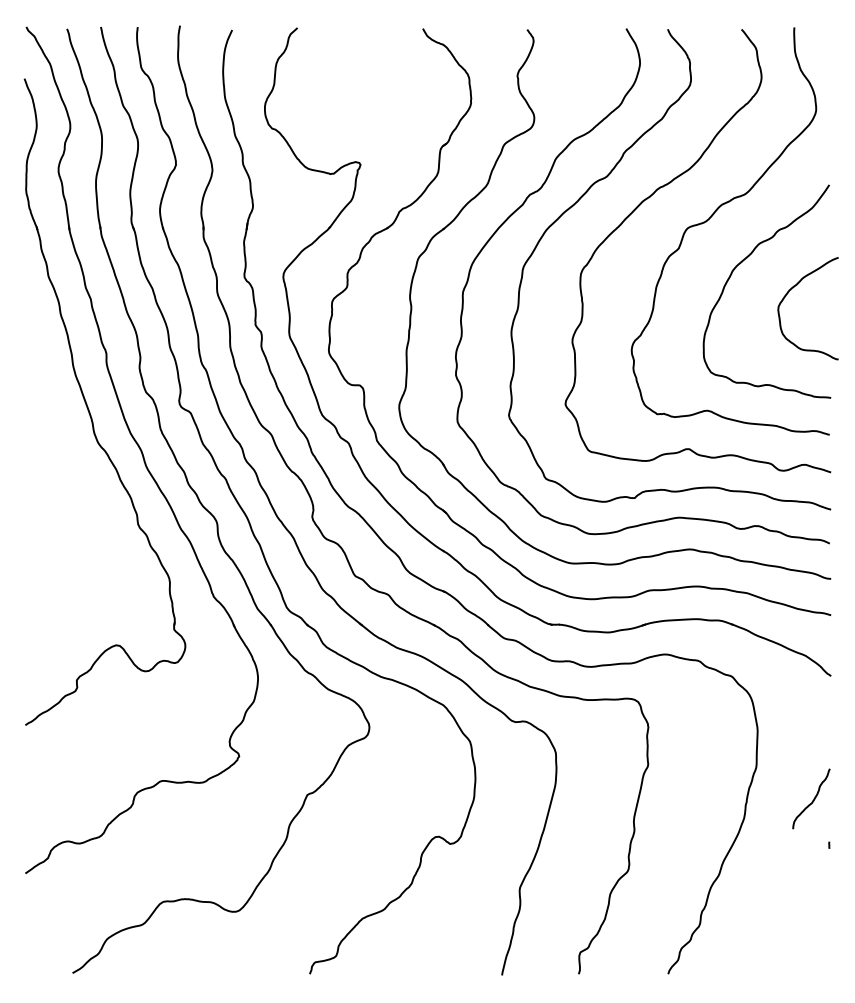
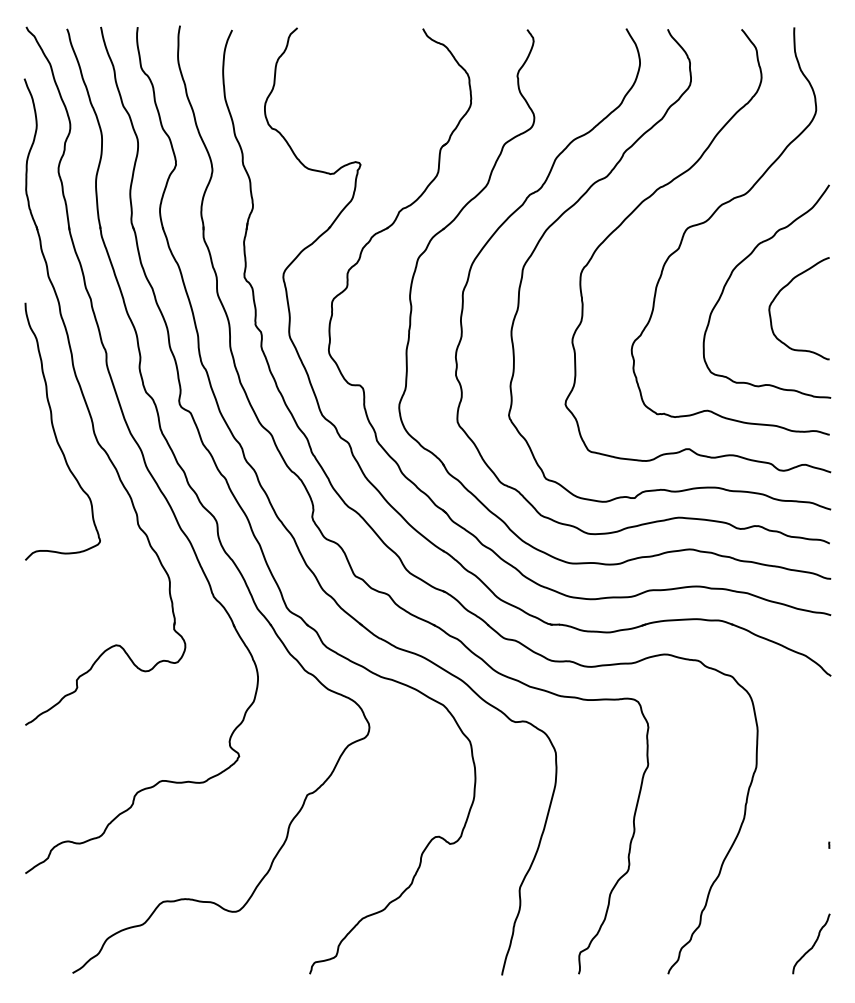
curve at (789, 292) position: (789, 292) -> (780, 292)
curve at (56, 434): none -> present
curve at (813, 798) position: (813, 798) -> (813, 943)
